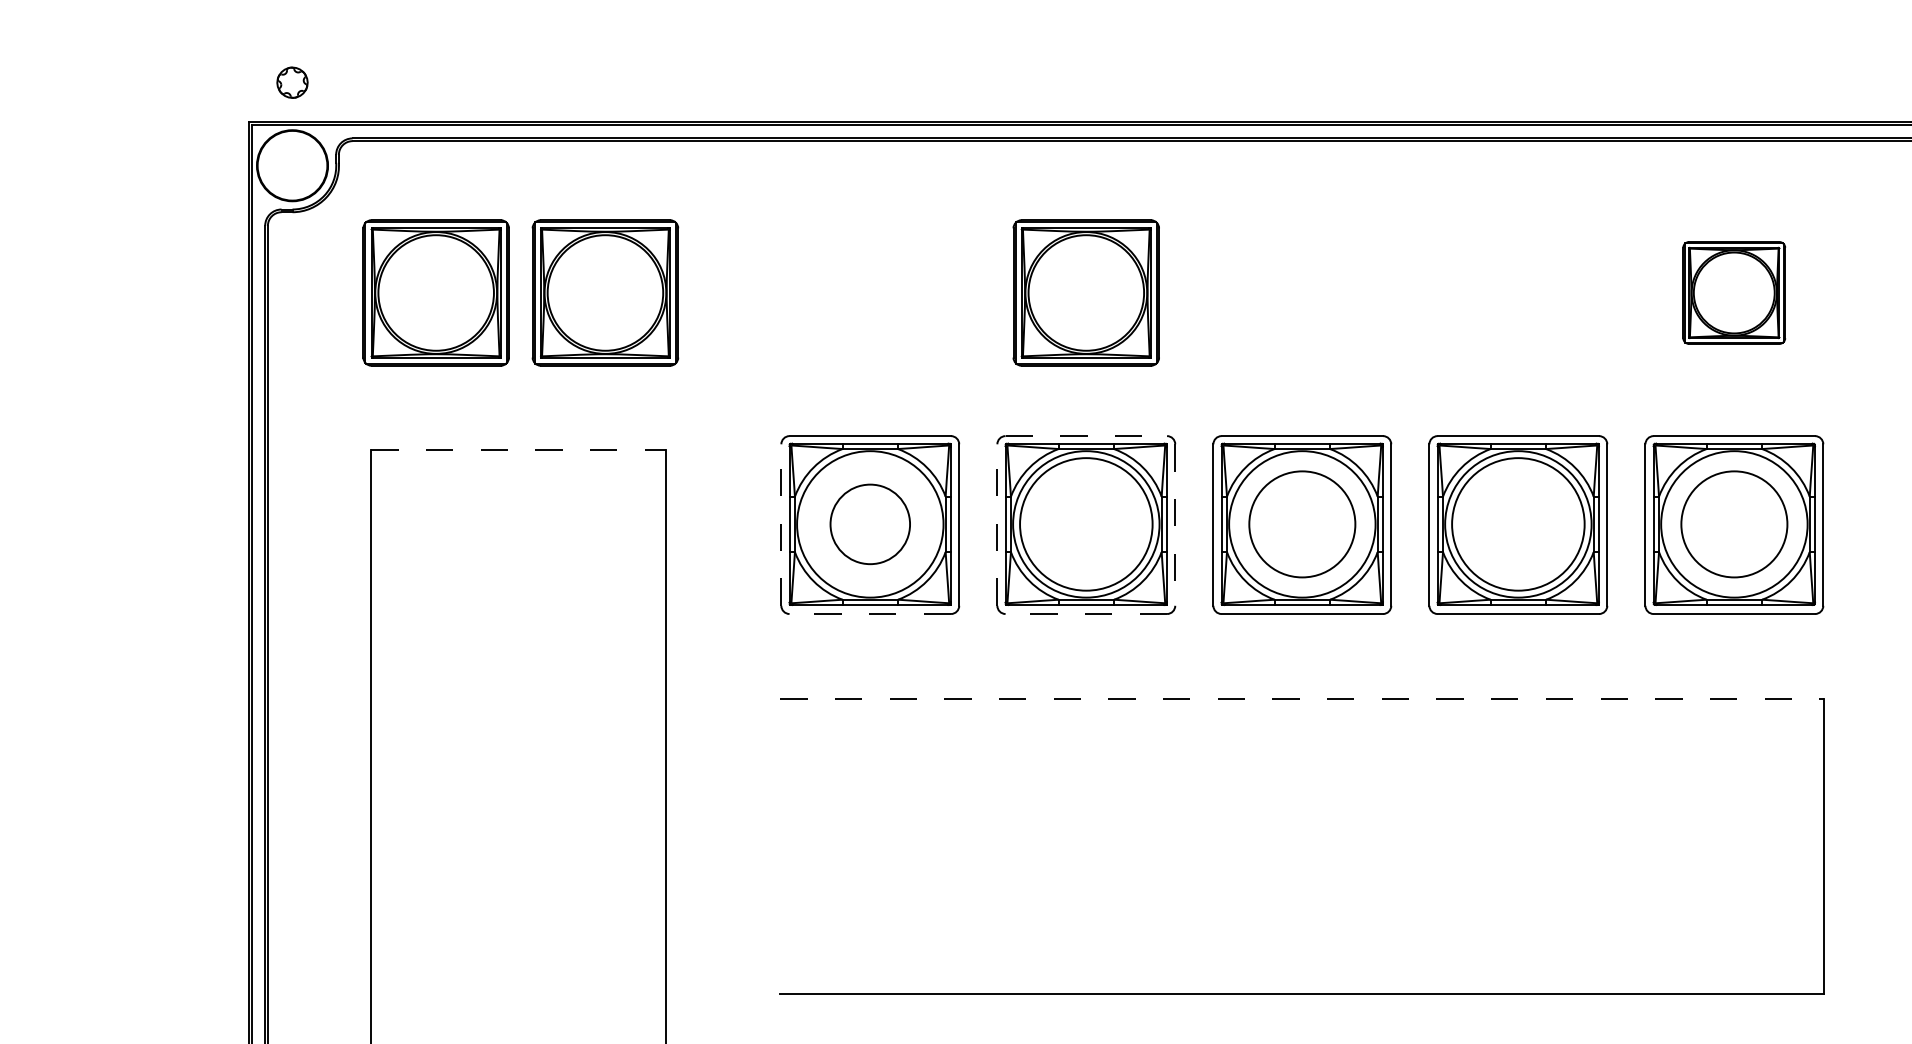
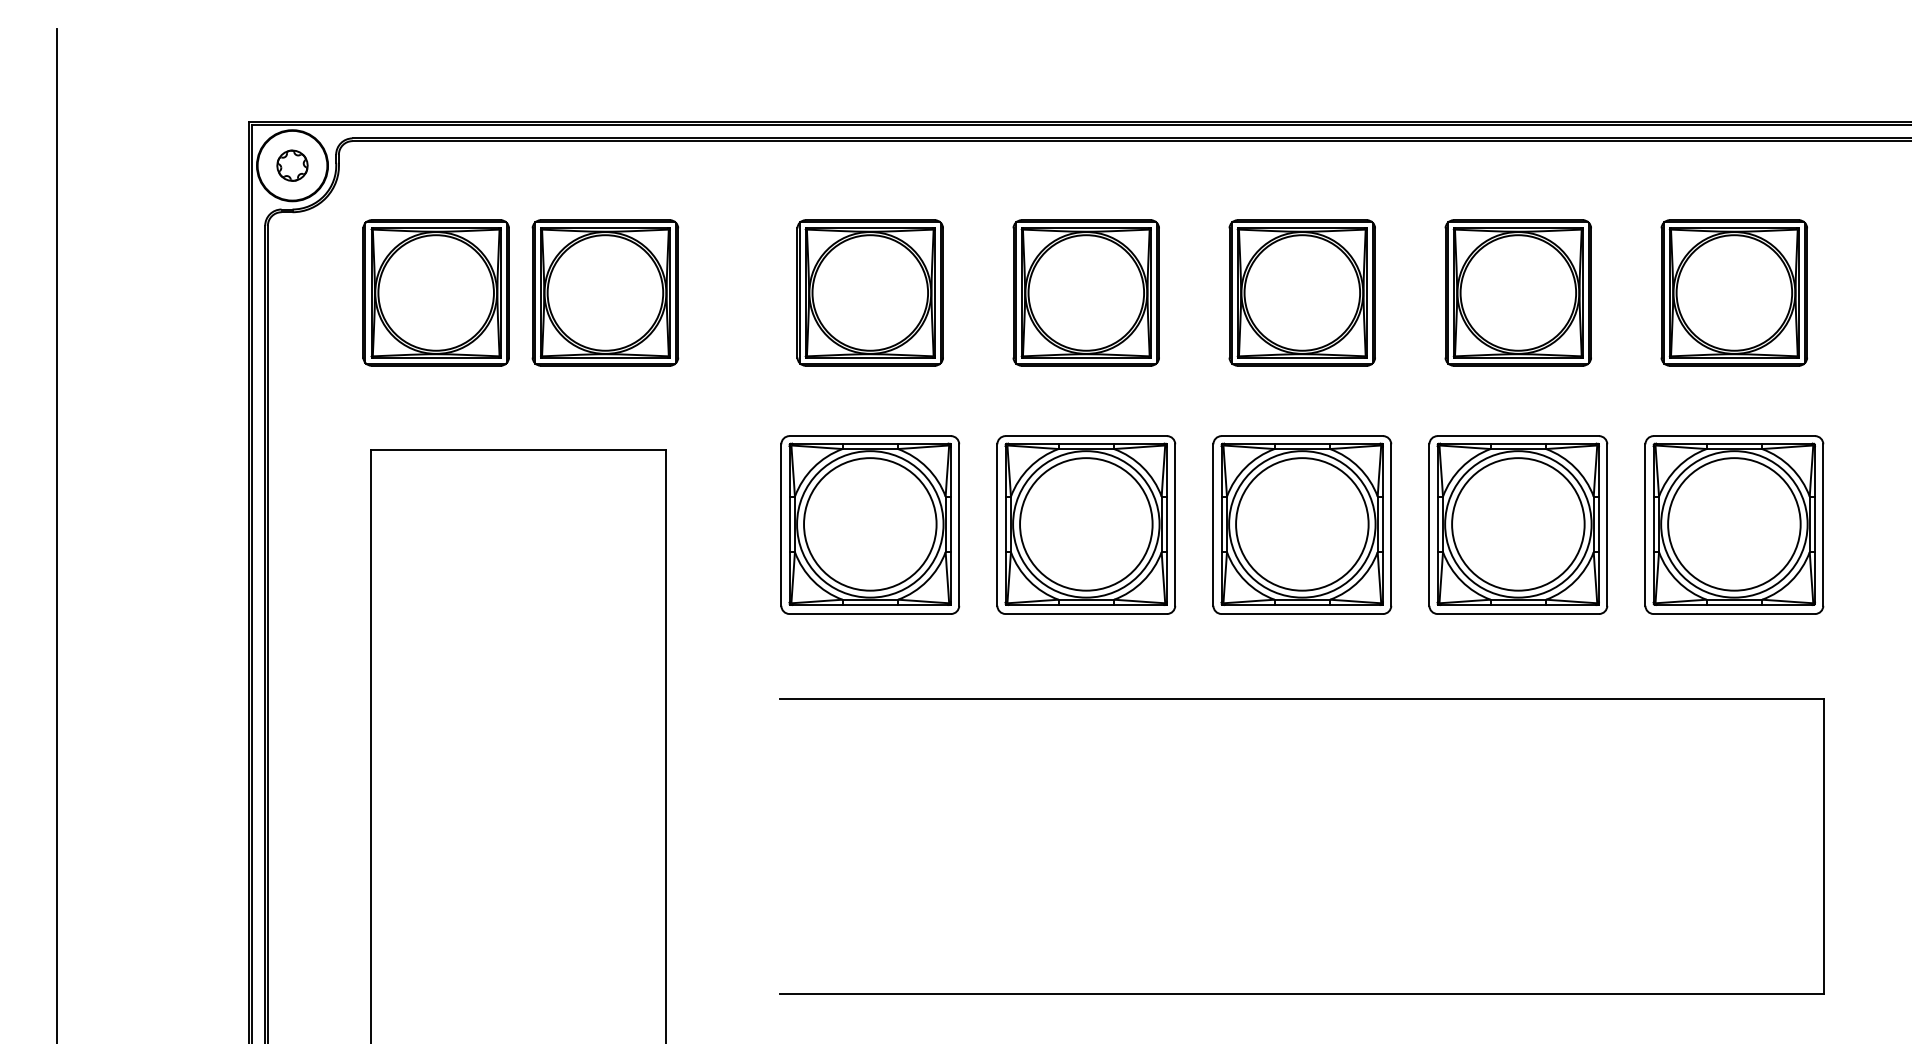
part at (292, 82) position: (292, 82) -> (292, 165)
part at (869, 292): none -> present
part at (1301, 292): none -> present
part at (1517, 292): none -> present
part at (1734, 292) size: 105x104 px -> 148x148 px
line at (1086, 436): dashed -> solid
line at (519, 450): dashed -> solid
circle at (870, 524) diameter: 80 px -> 133 px
circle at (1302, 524) diameter: 106 px -> 133 px
circle at (1734, 524) diameter: 106 px -> 133 px
line at (781, 525): dashed -> solid
line at (997, 525): dashed -> solid
line at (1175, 525): dashed -> solid
line at (57, 534): none -> present
line at (870, 614): dashed -> solid
line at (1086, 614): dashed -> solid
line at (1302, 699): dashed -> solid
